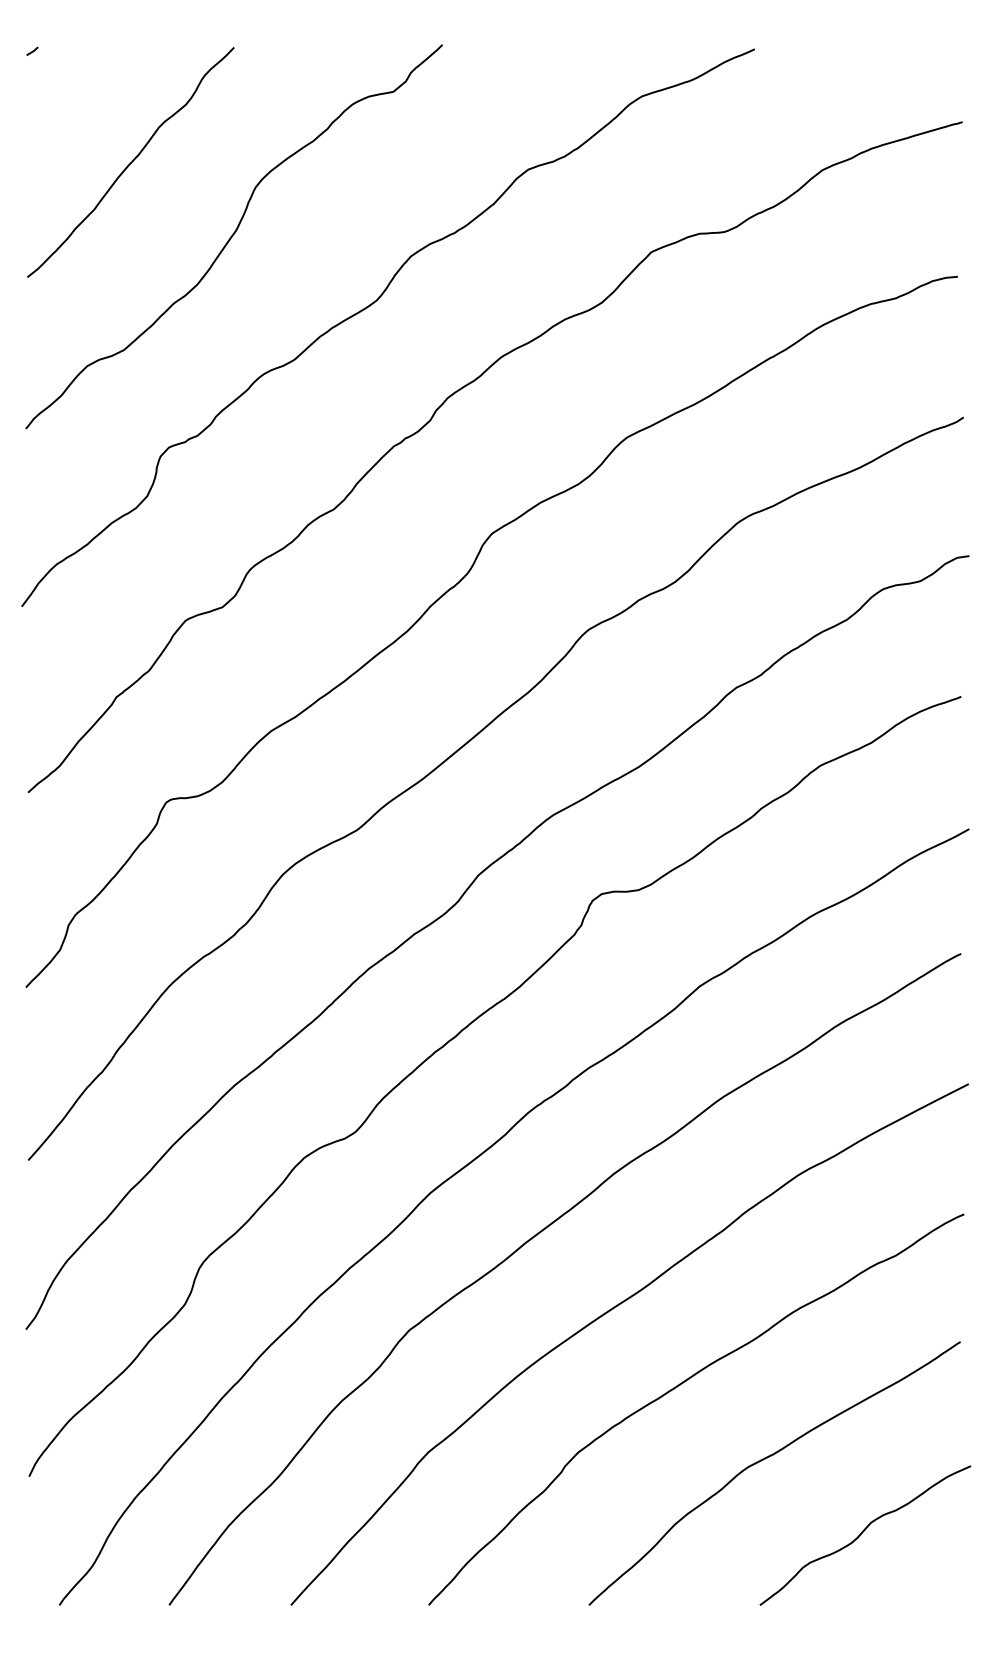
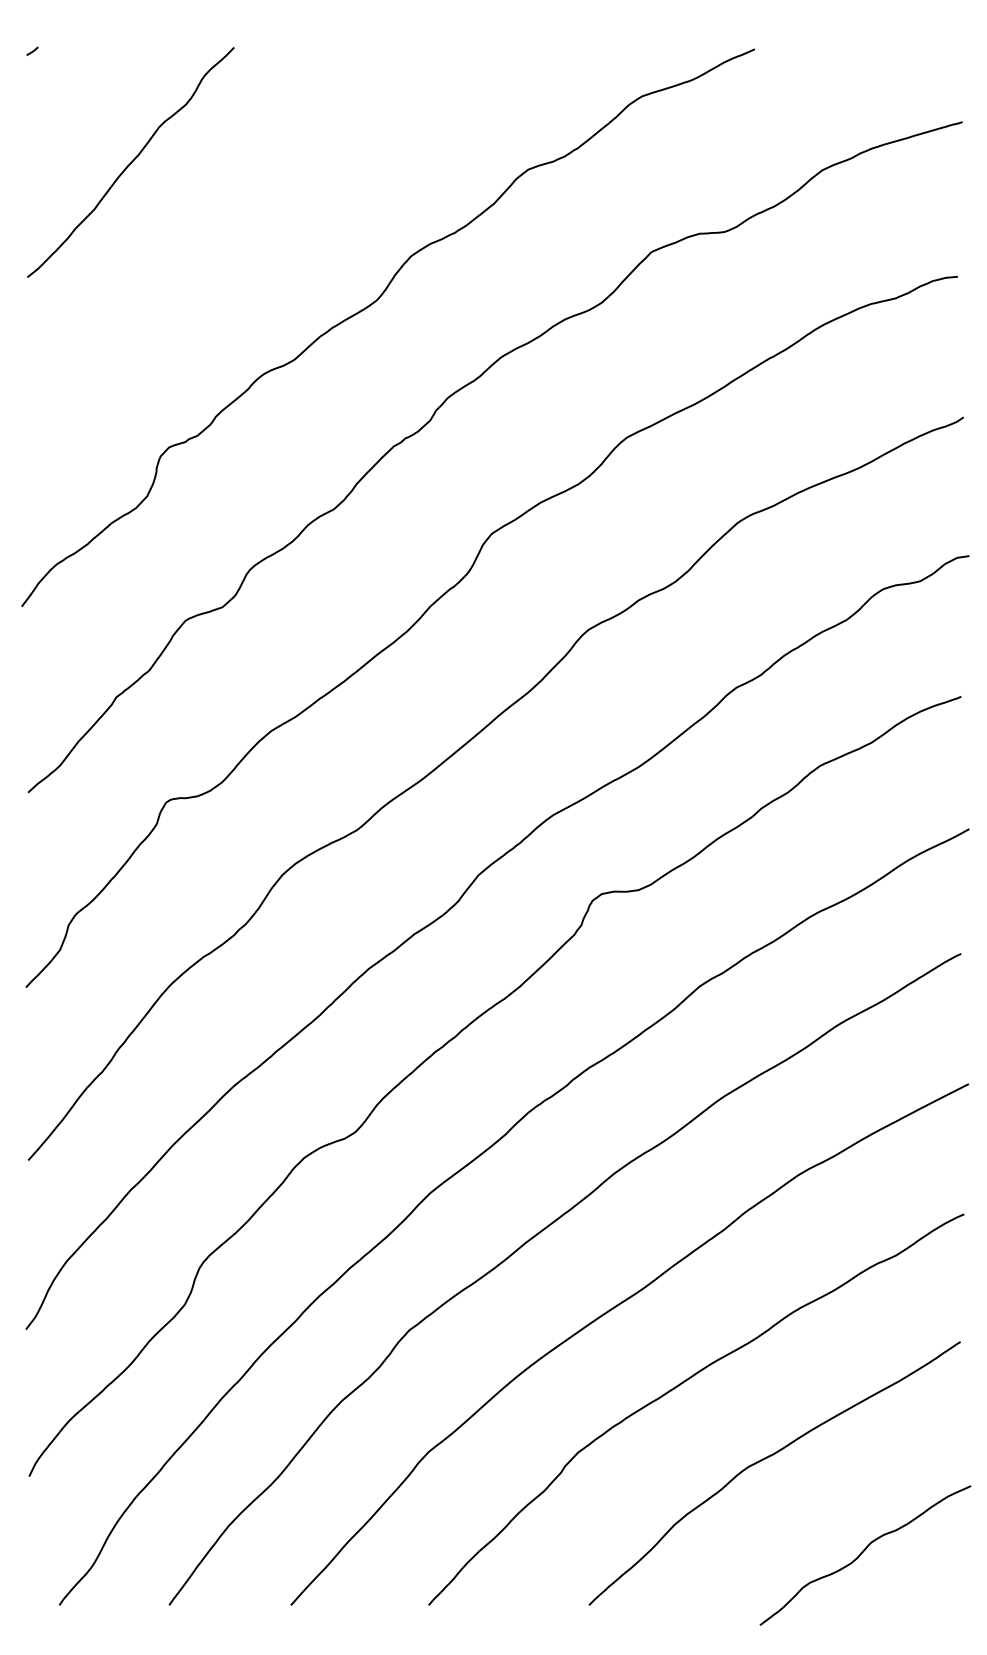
curve at (233, 236): present -> none
curve at (863, 1532) position: (863, 1532) -> (863, 1552)
